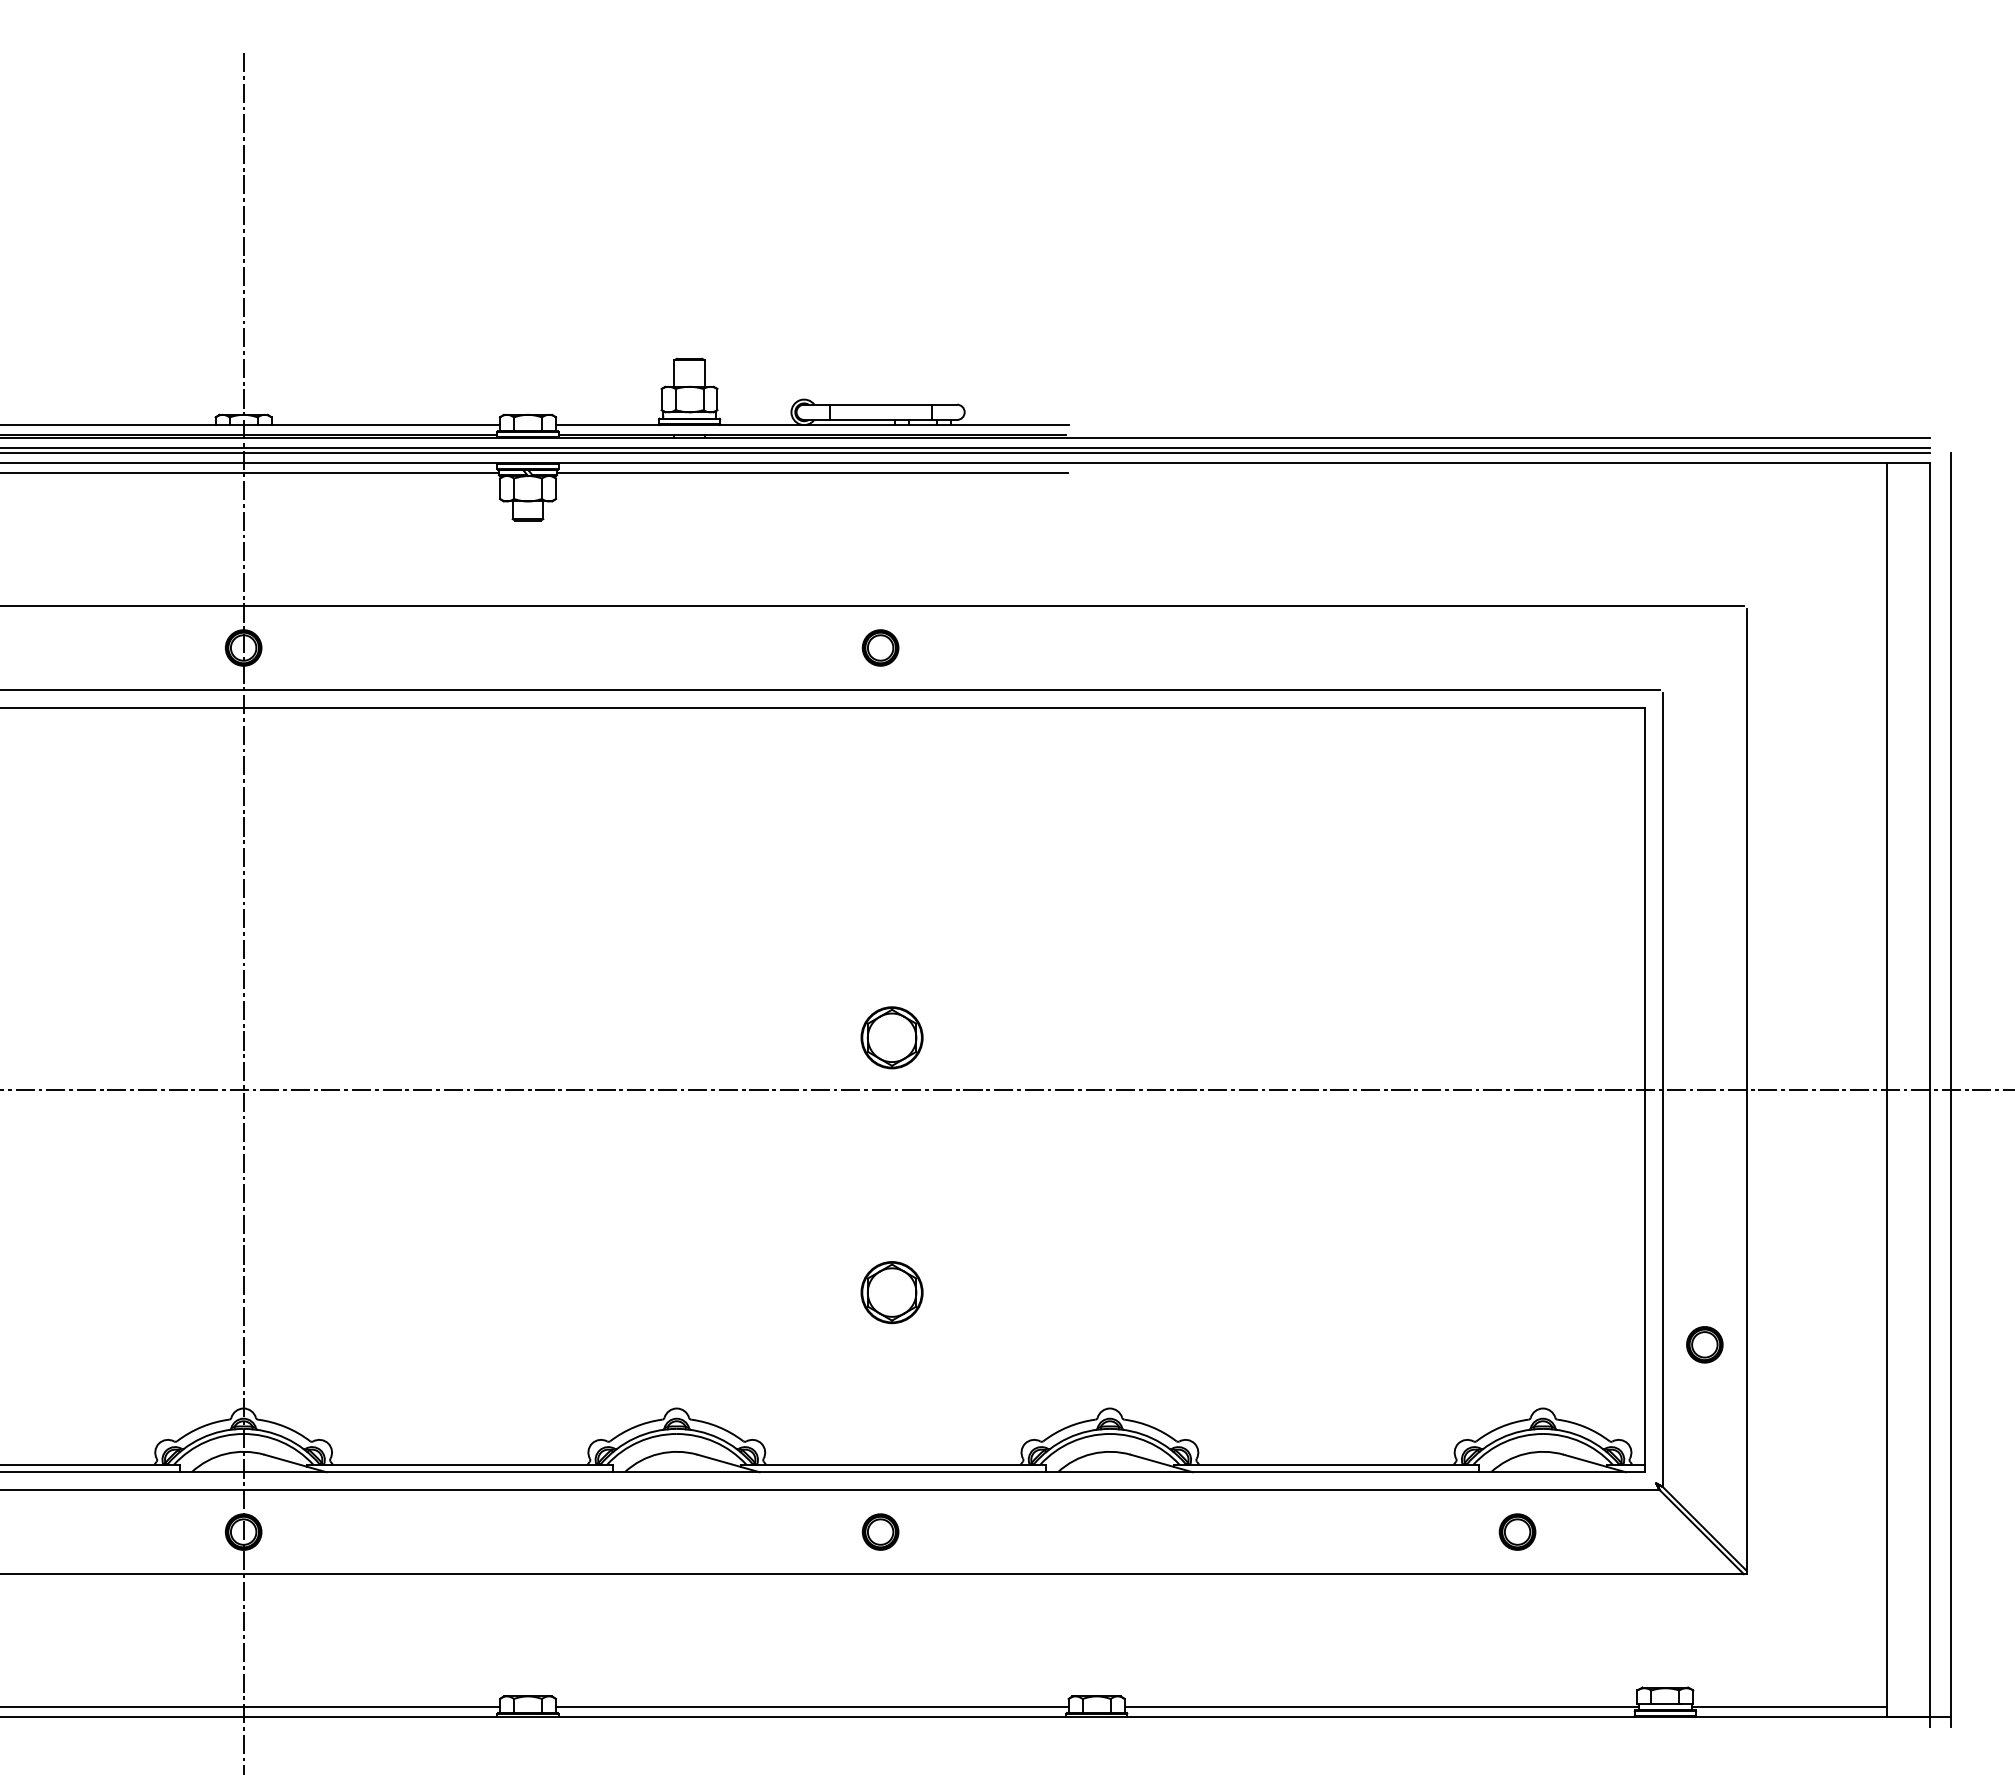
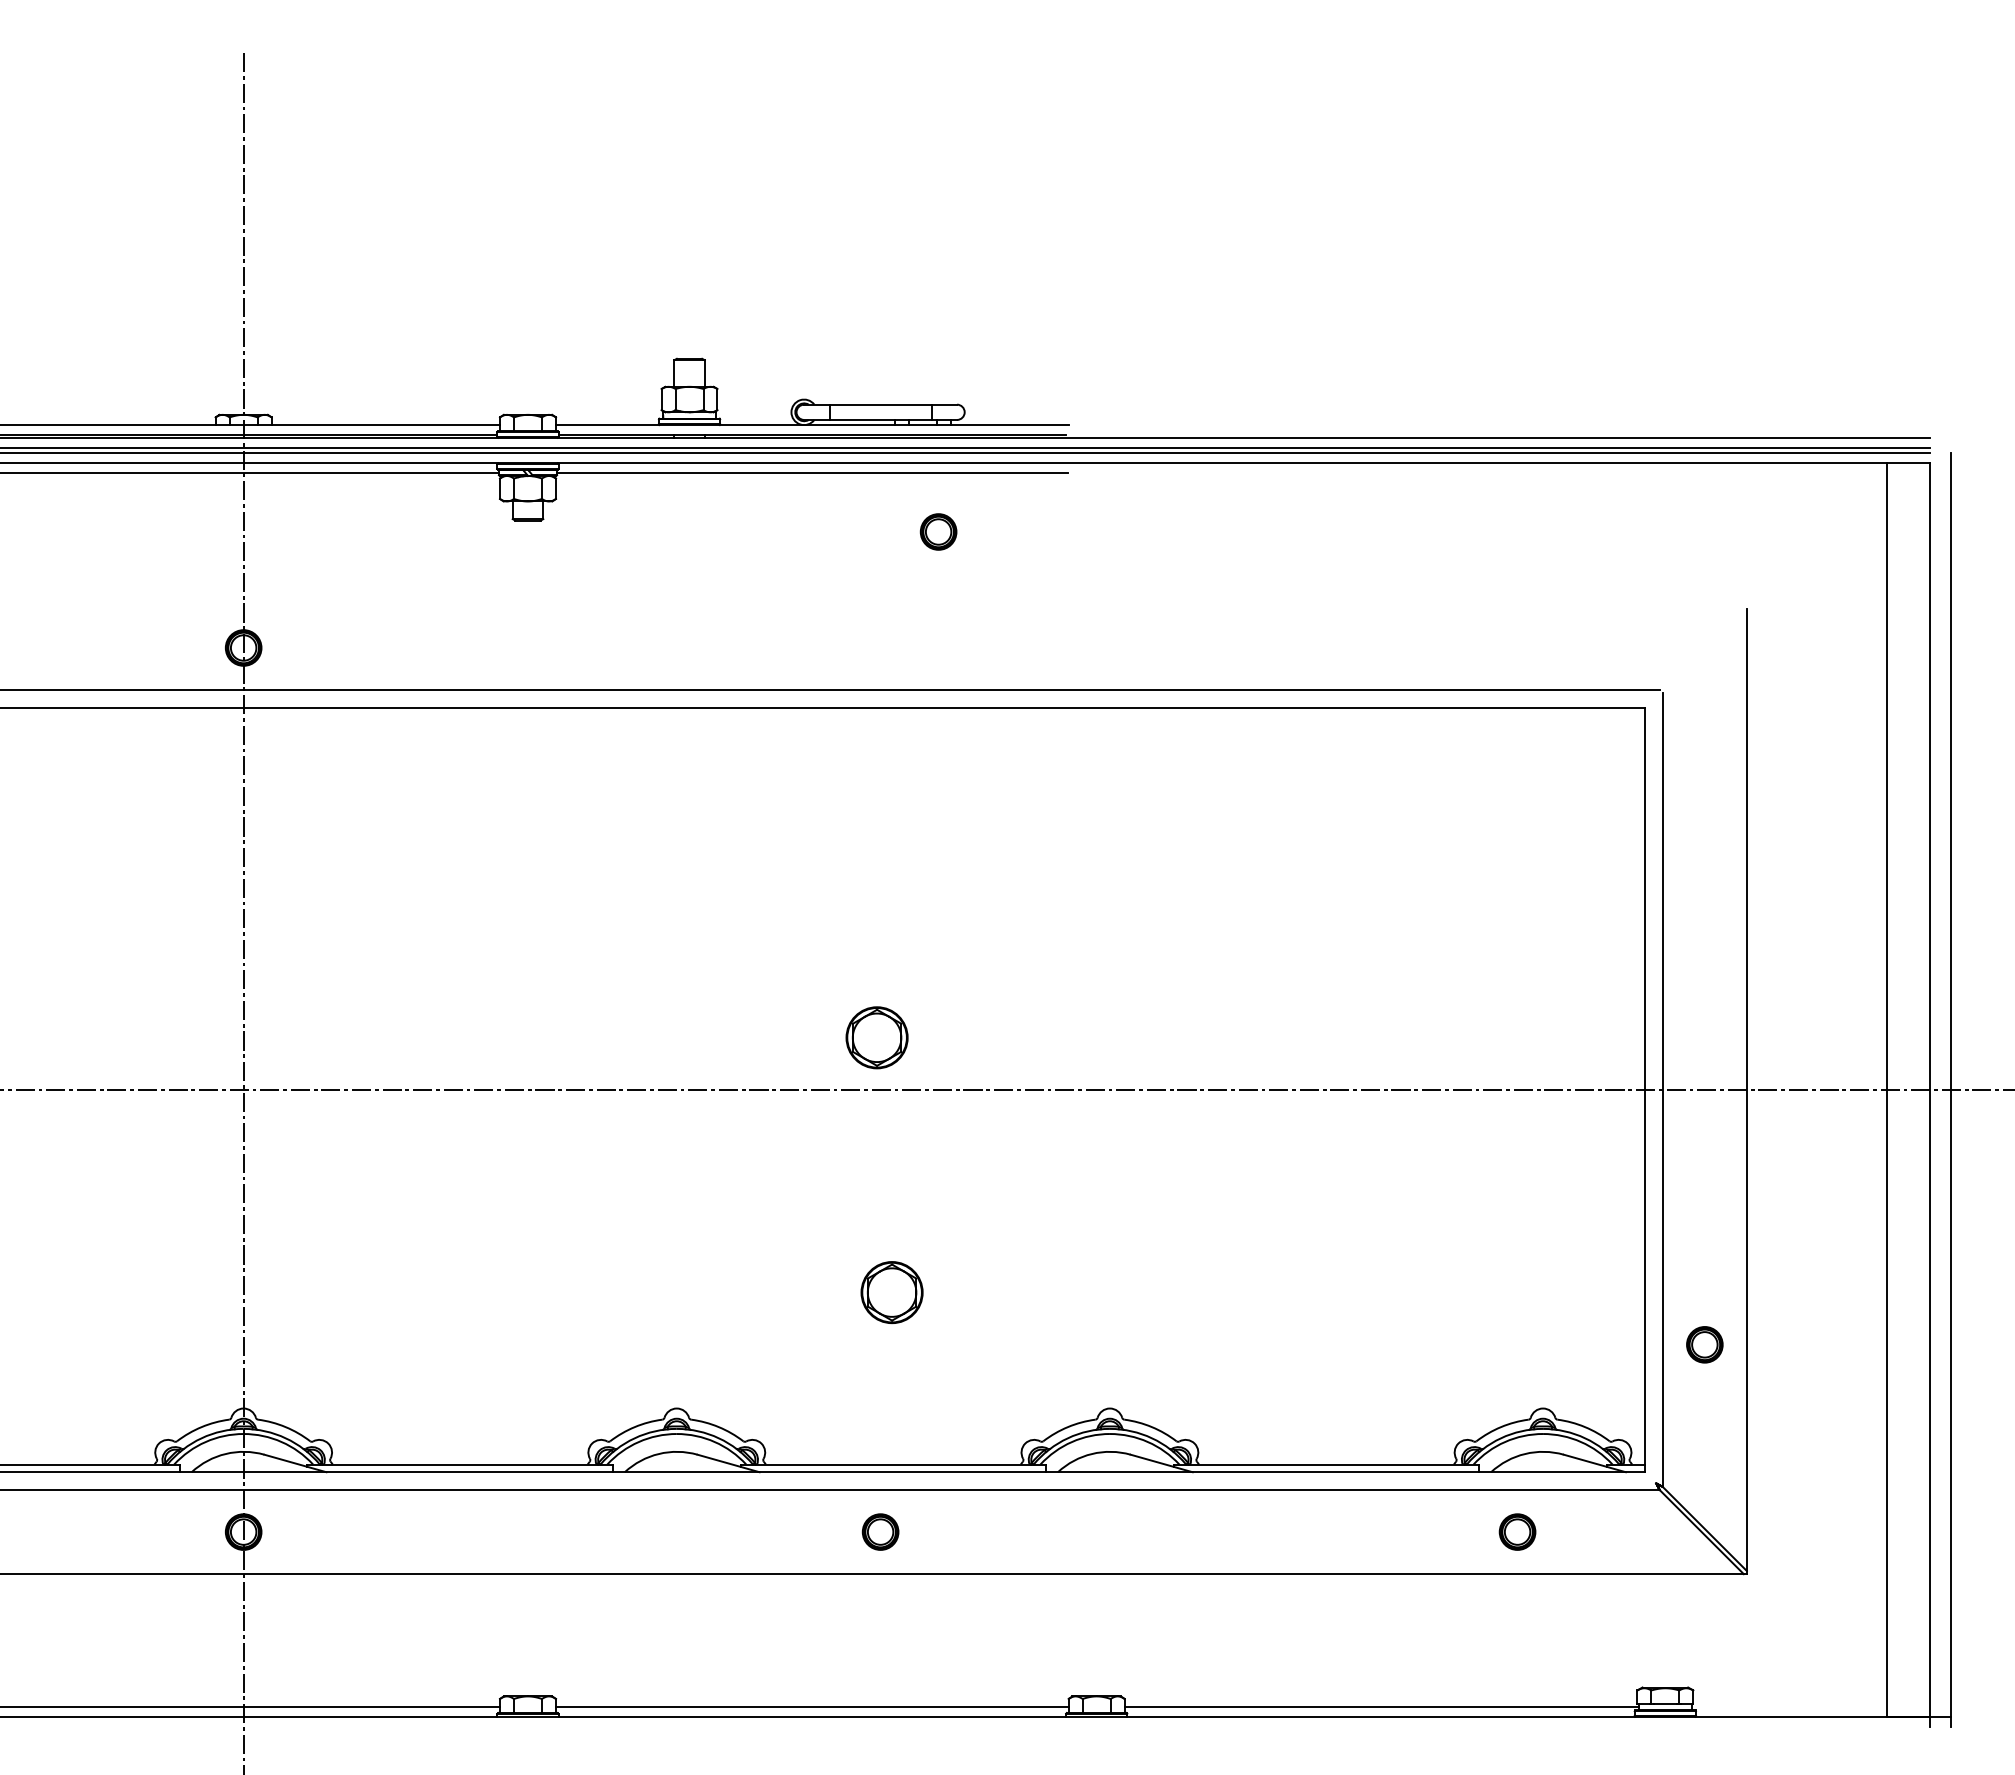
line at (872, 605): present -> none
part at (880, 647) position: (880, 647) -> (938, 531)
part at (891, 1037) position: (891, 1037) -> (876, 1037)
line at (1789, 1706): present -> none
